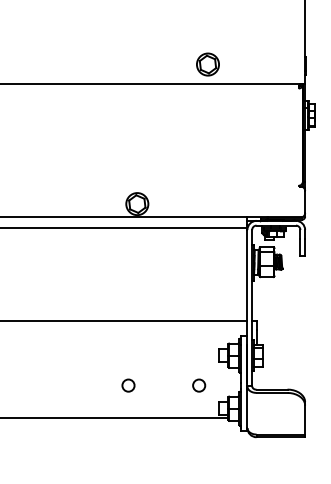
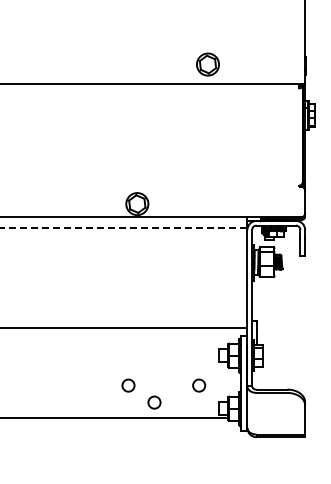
line at (123, 228): solid -> dashed
line at (124, 321) position: (124, 321) -> (124, 328)
circle at (154, 402): none -> present
